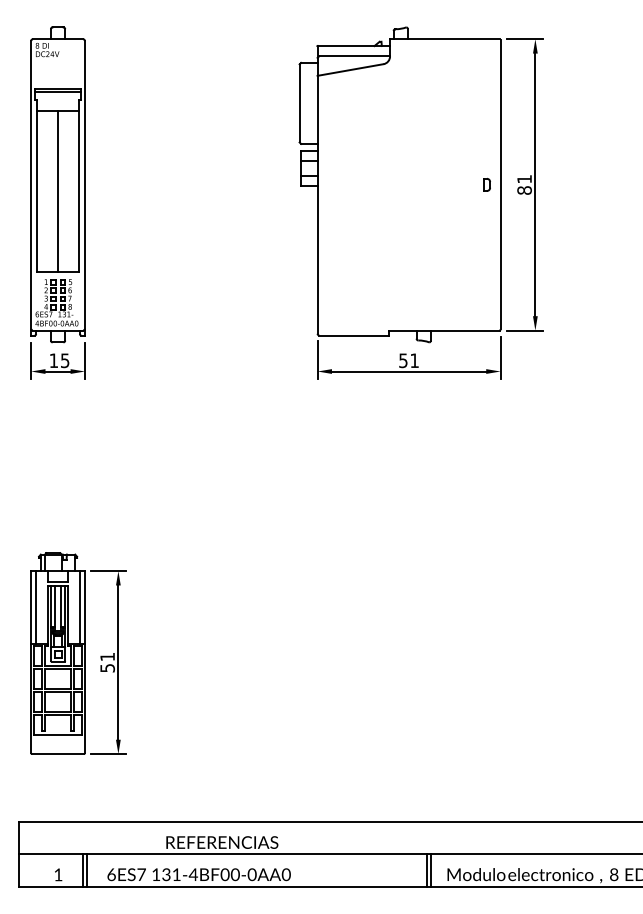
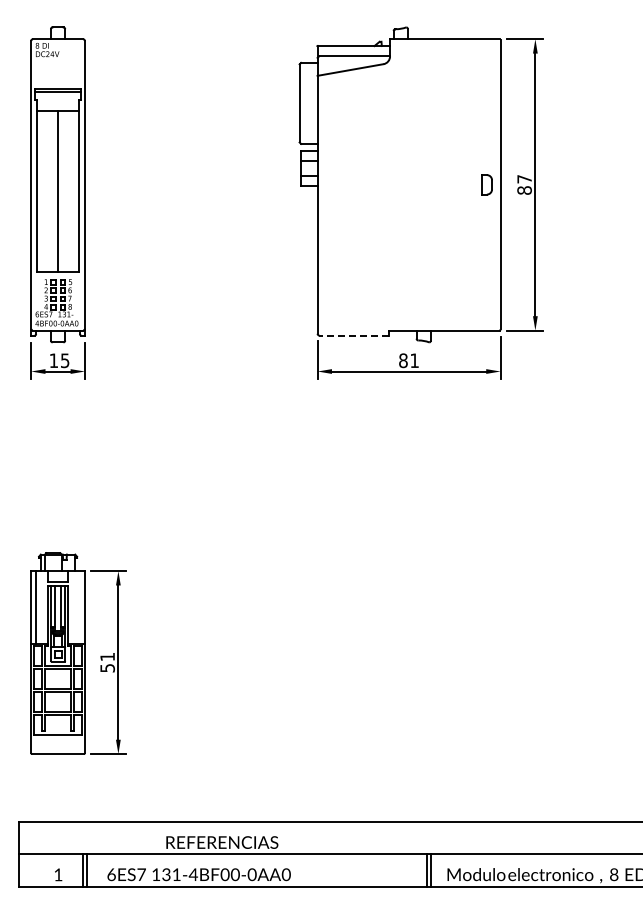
text at (524, 179): 81 -> 87
part at (486, 184) size: 8x14 px -> 12x22 px
line at (354, 335): solid -> dashed
text at (403, 360): 51 -> 81
line at (80, 607): present -> none
